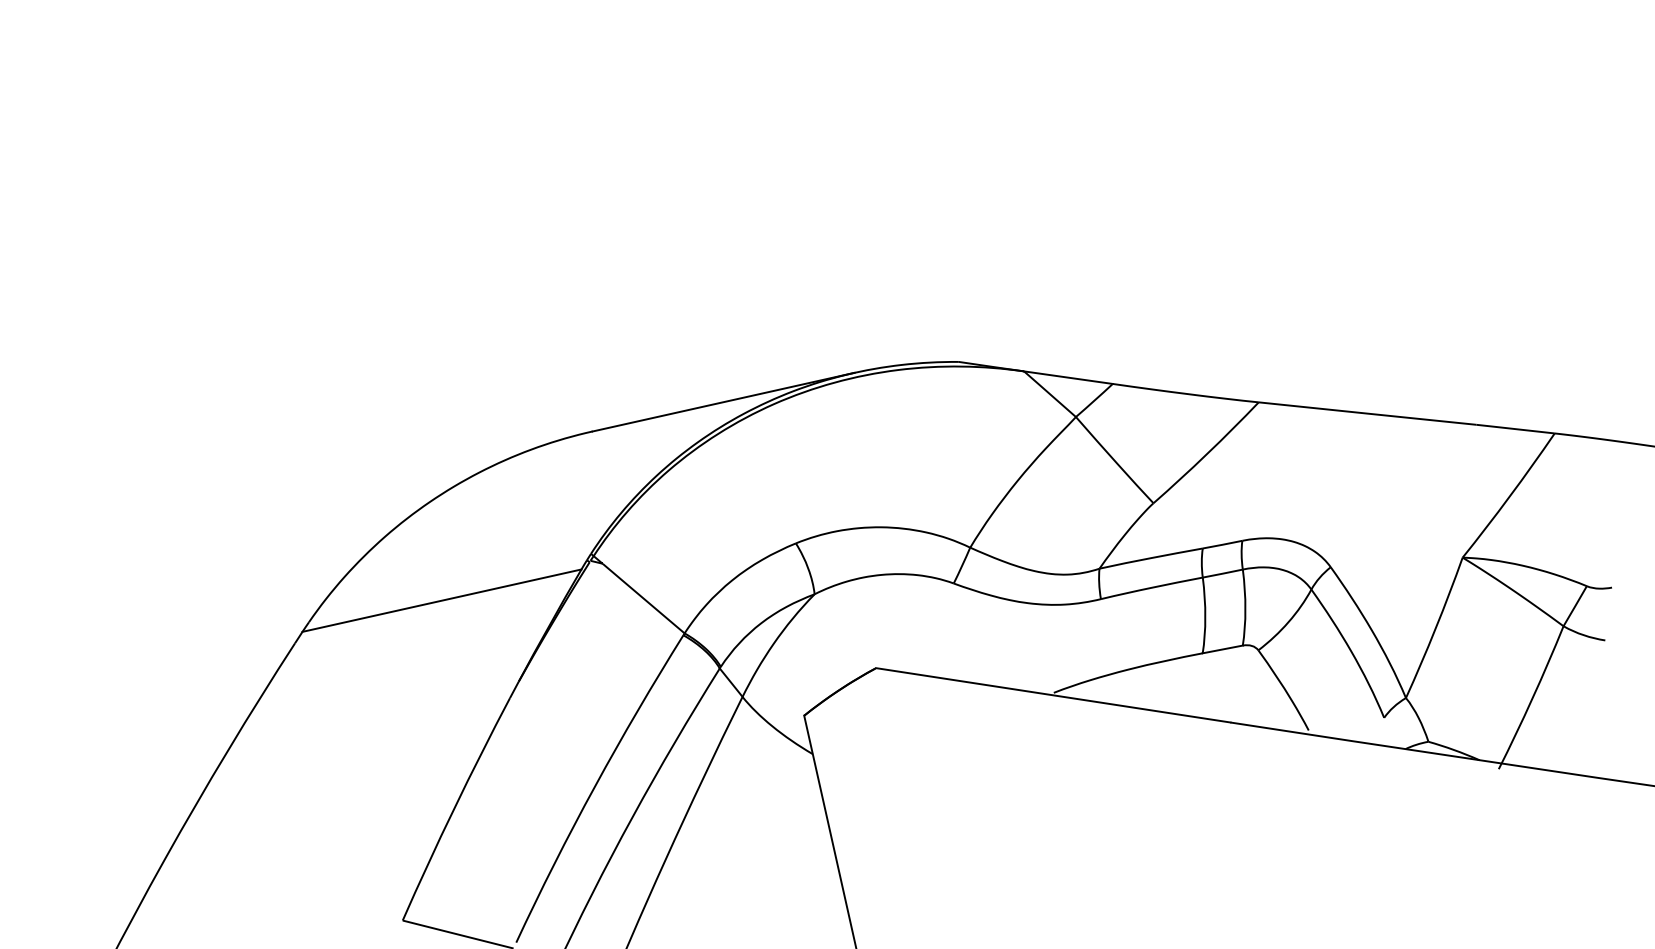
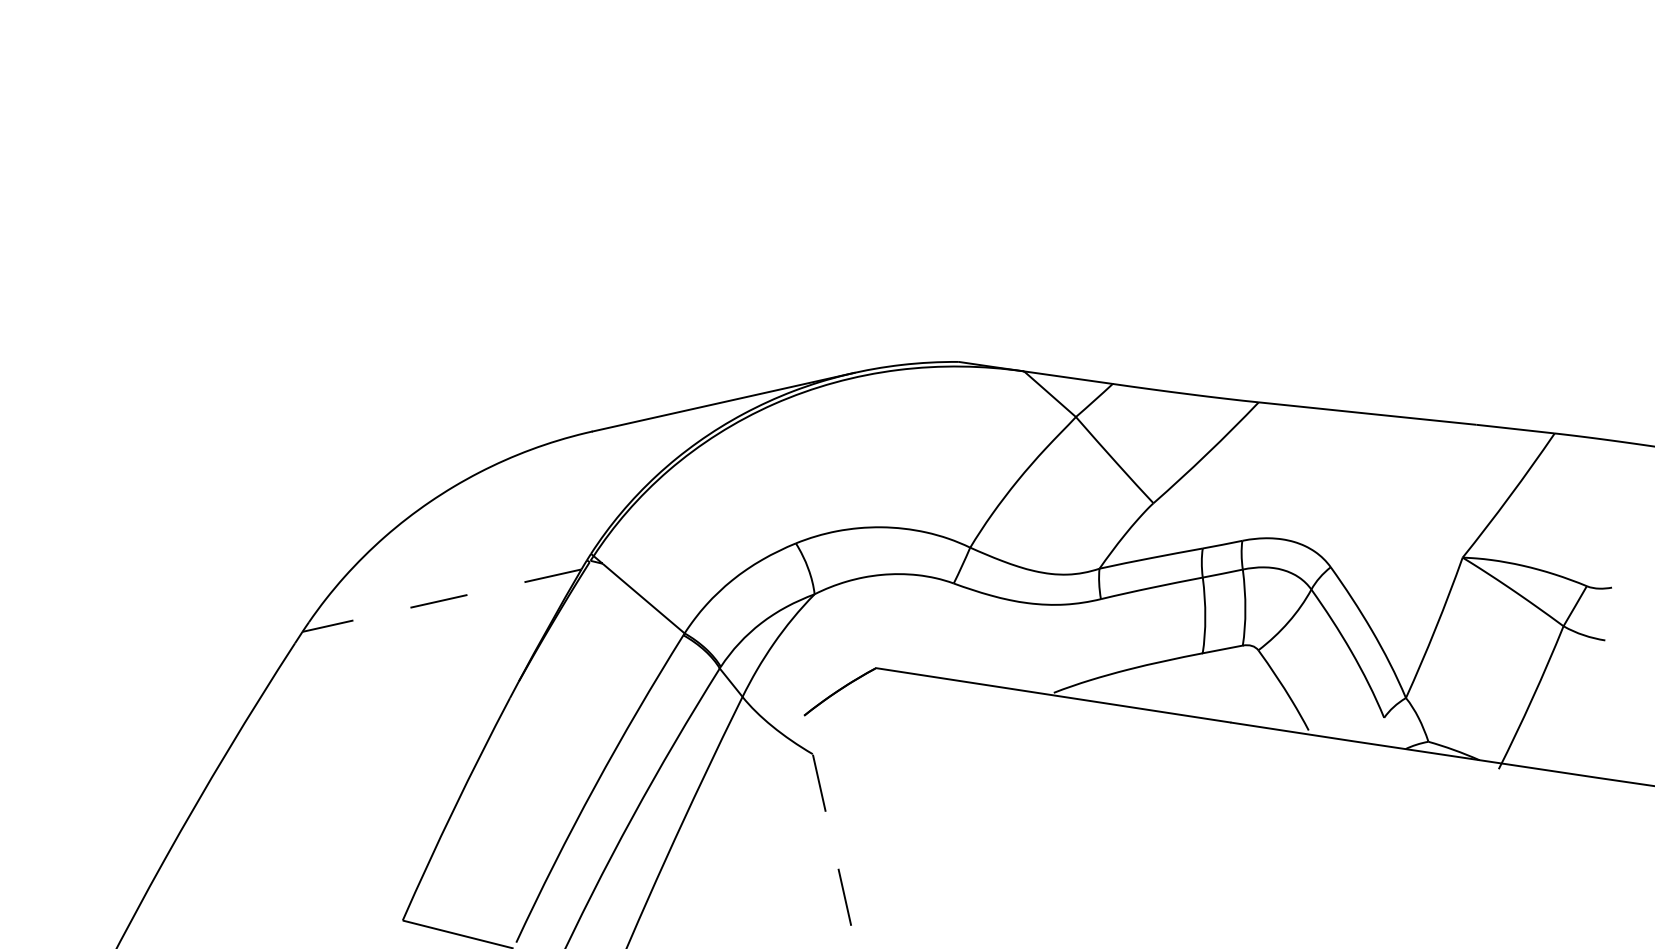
line at (442, 600): solid -> dashed
line at (830, 831): solid -> dashed
